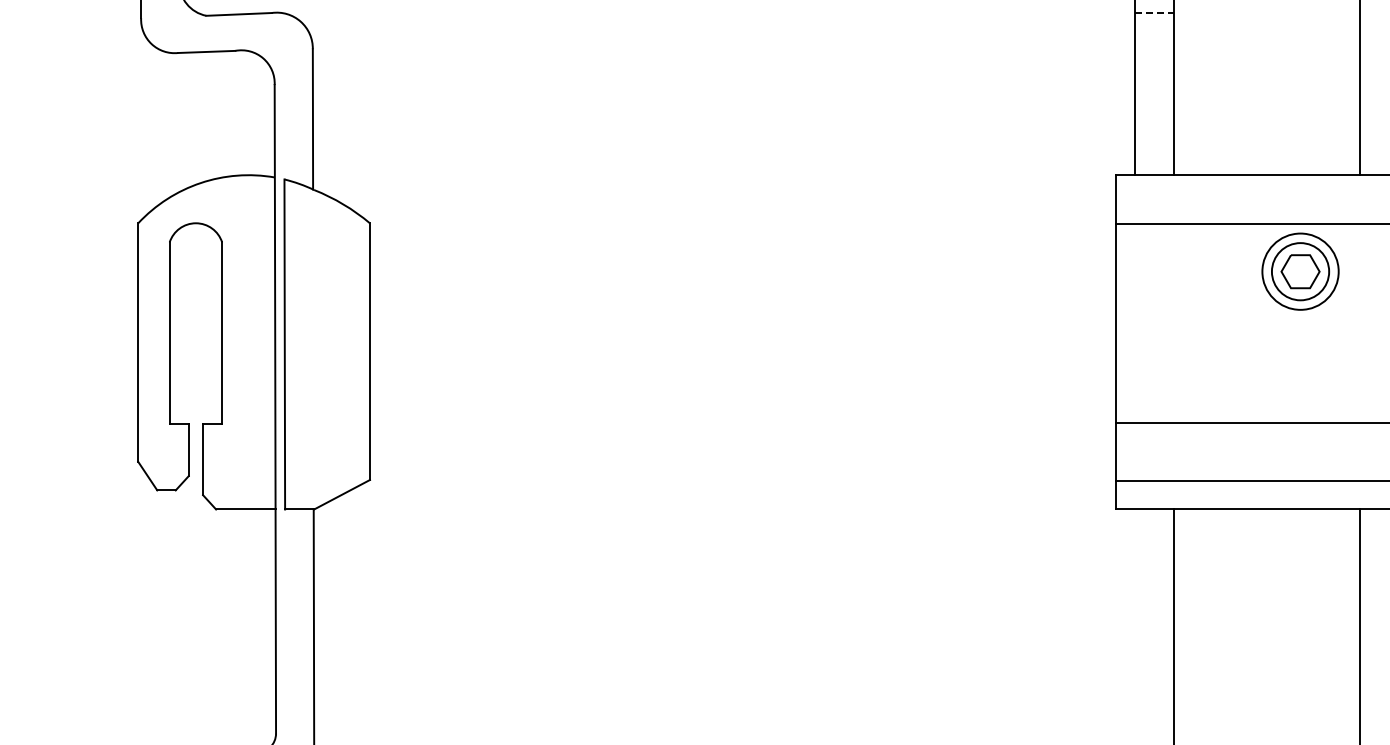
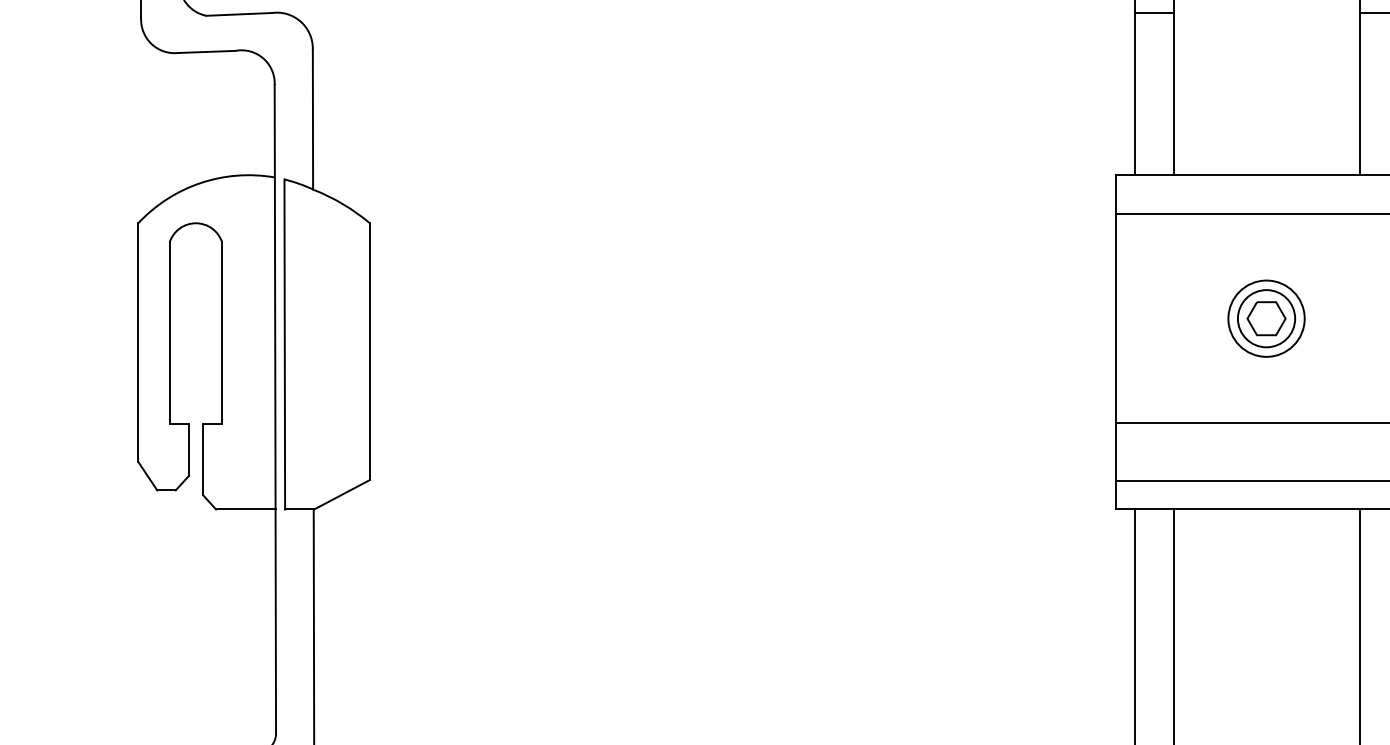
line at (1154, 12): dashed -> solid
line at (1372, 12): none -> present
line at (1251, 224) position: (1251, 224) -> (1251, 214)
part at (1300, 271) position: (1300, 271) -> (1266, 318)
line at (1135, 625): none -> present
